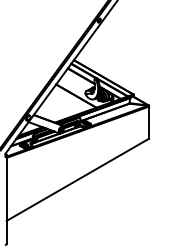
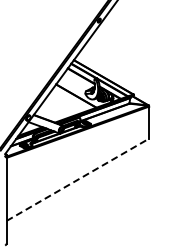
line at (78, 179): solid -> dashed
